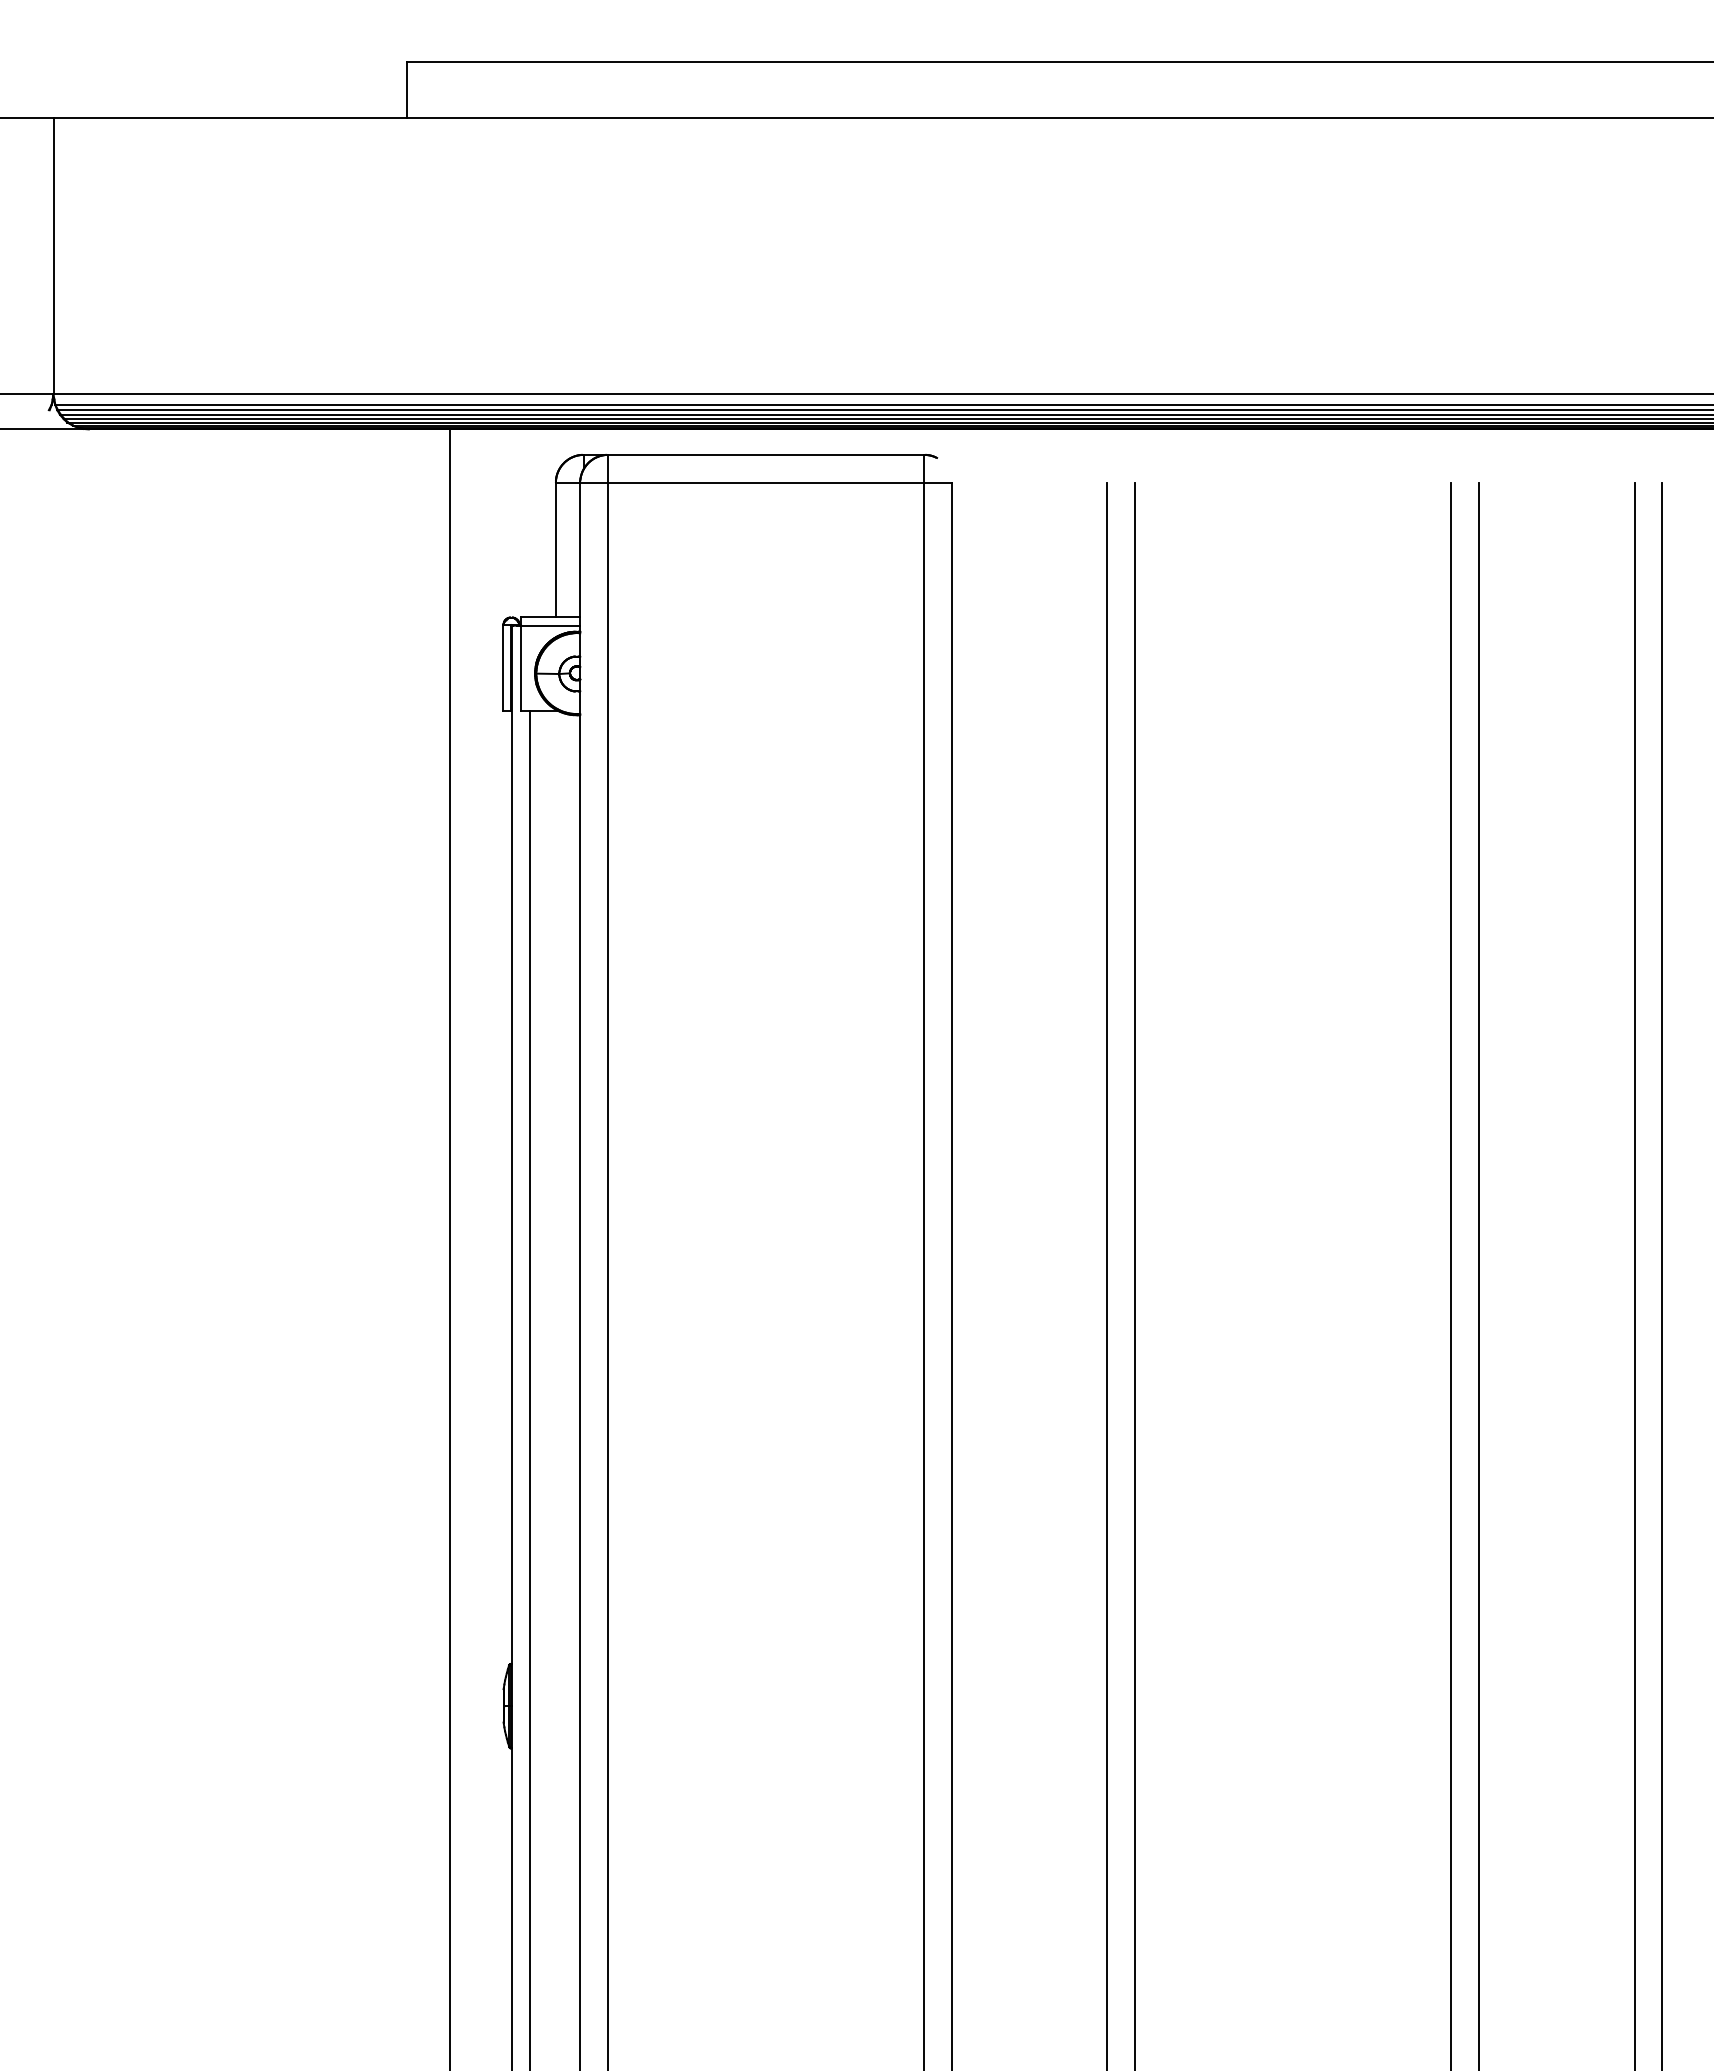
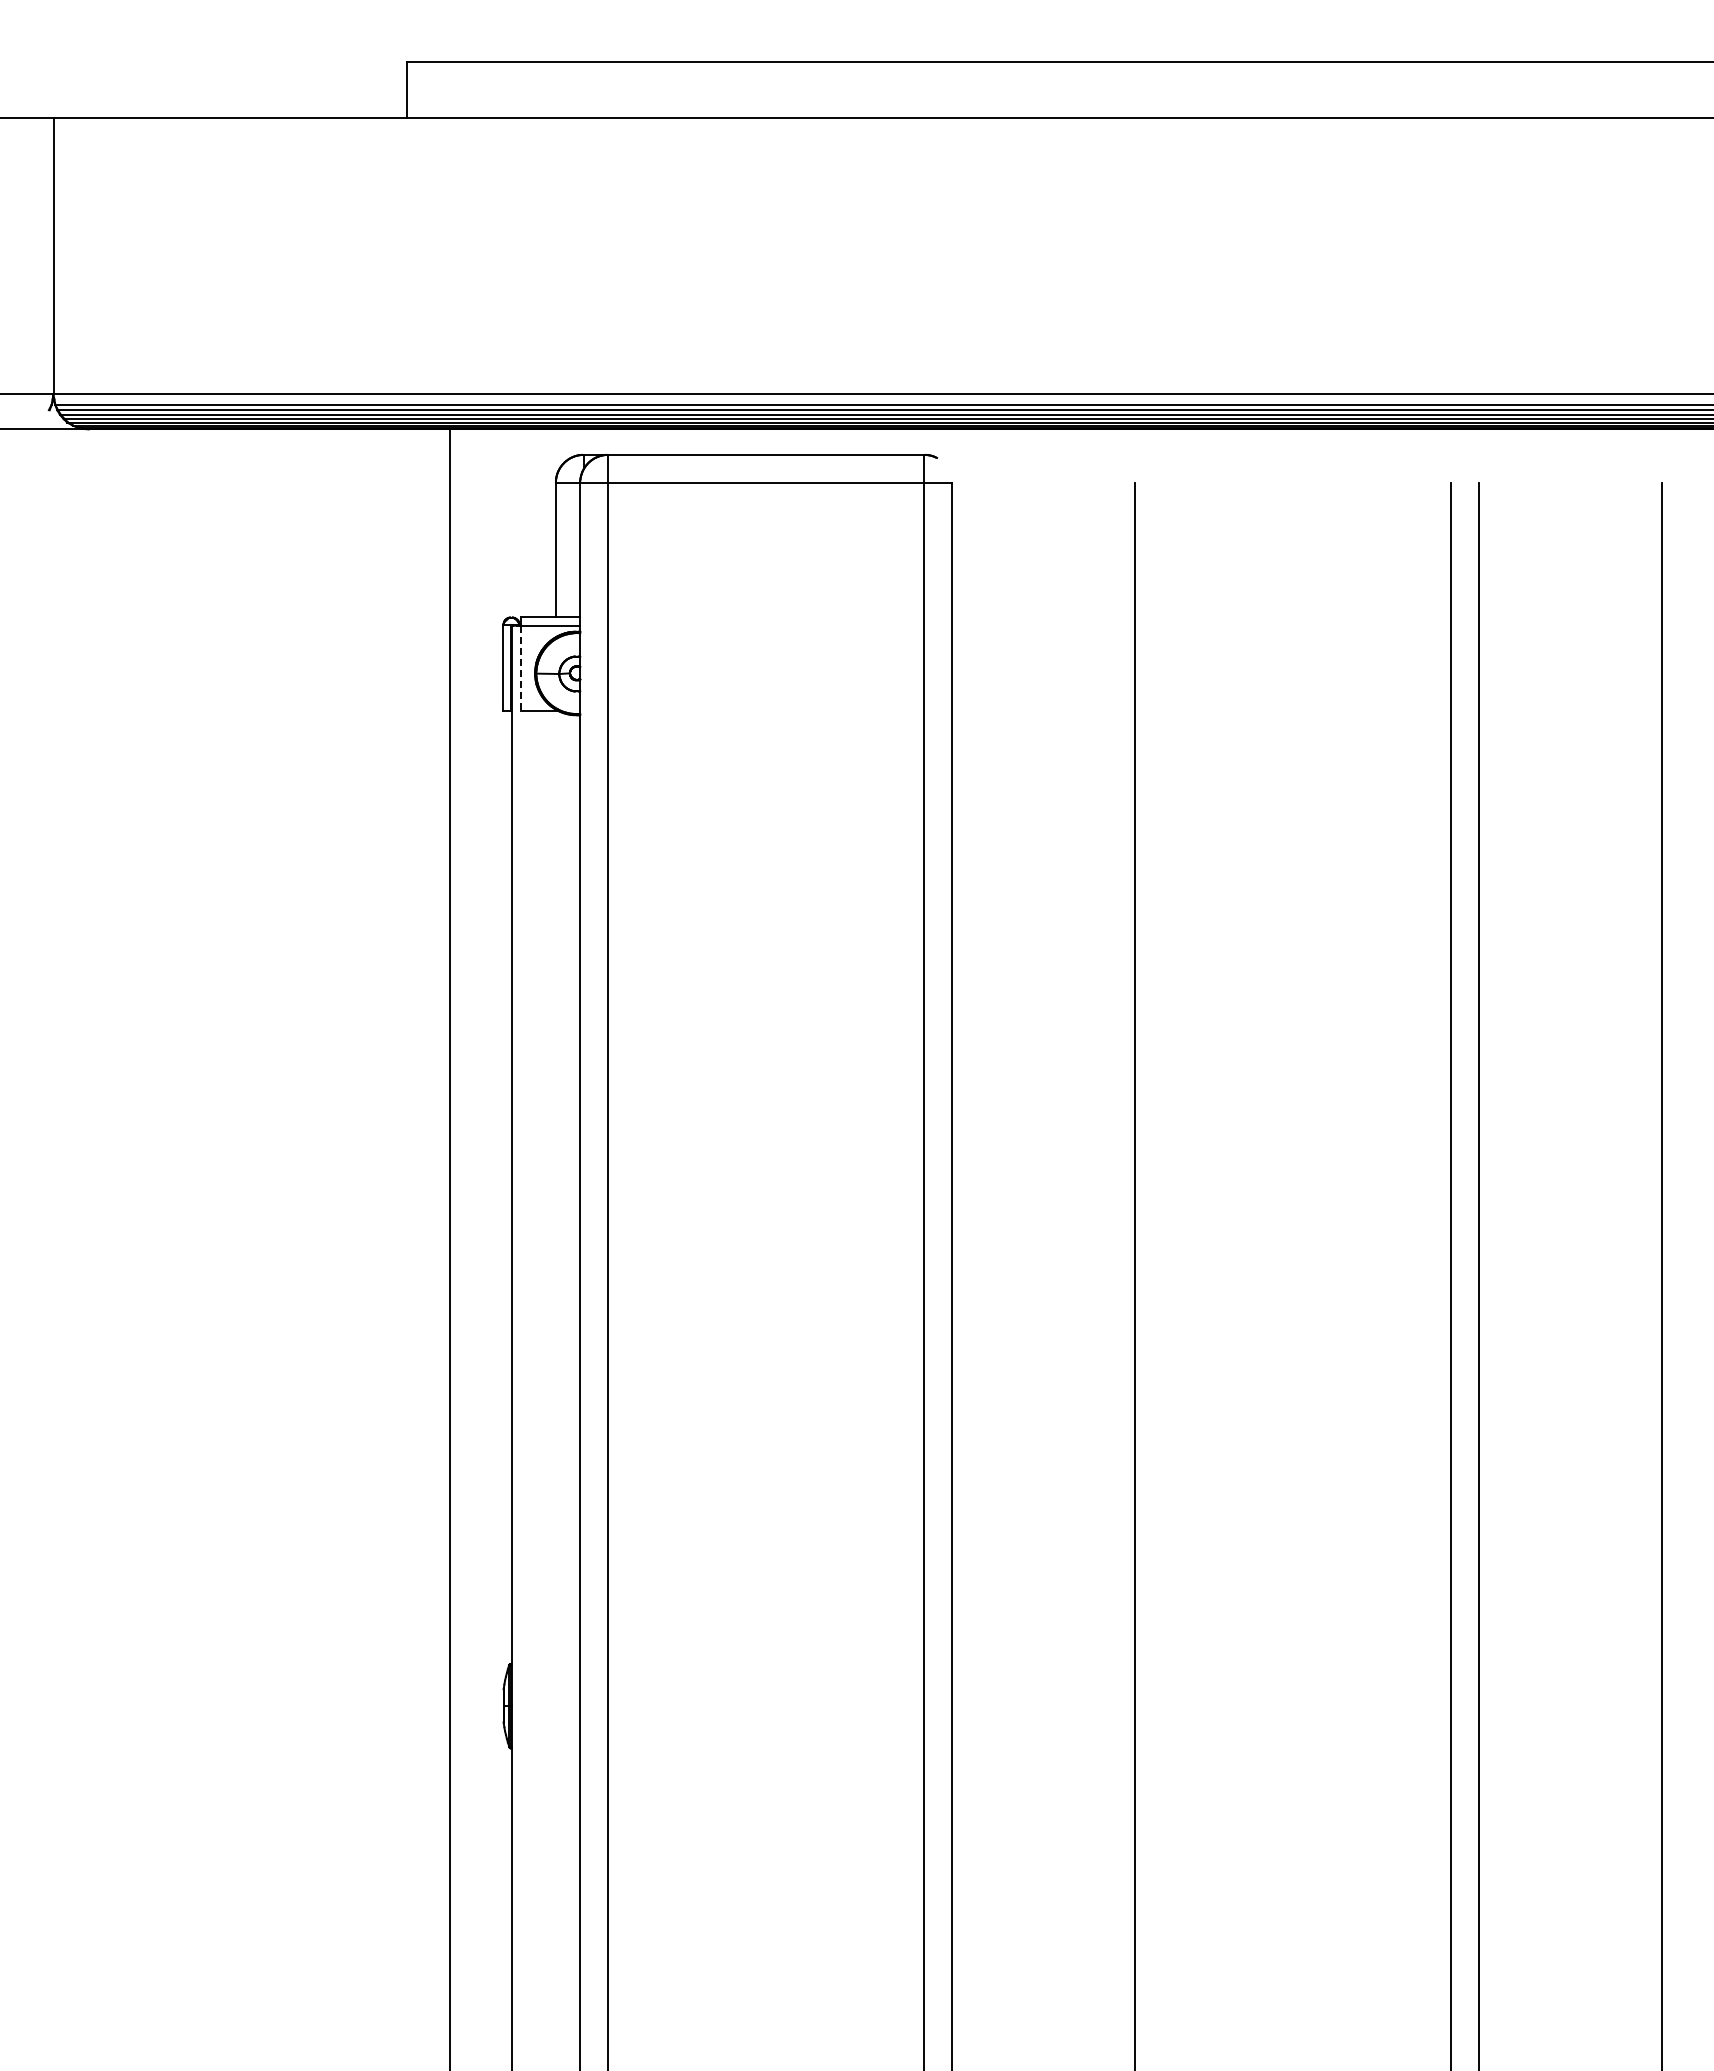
line at (521, 668): solid -> dashed
line at (1107, 1274): present -> none
line at (1634, 1274): present -> none
line at (530, 1388): present -> none
